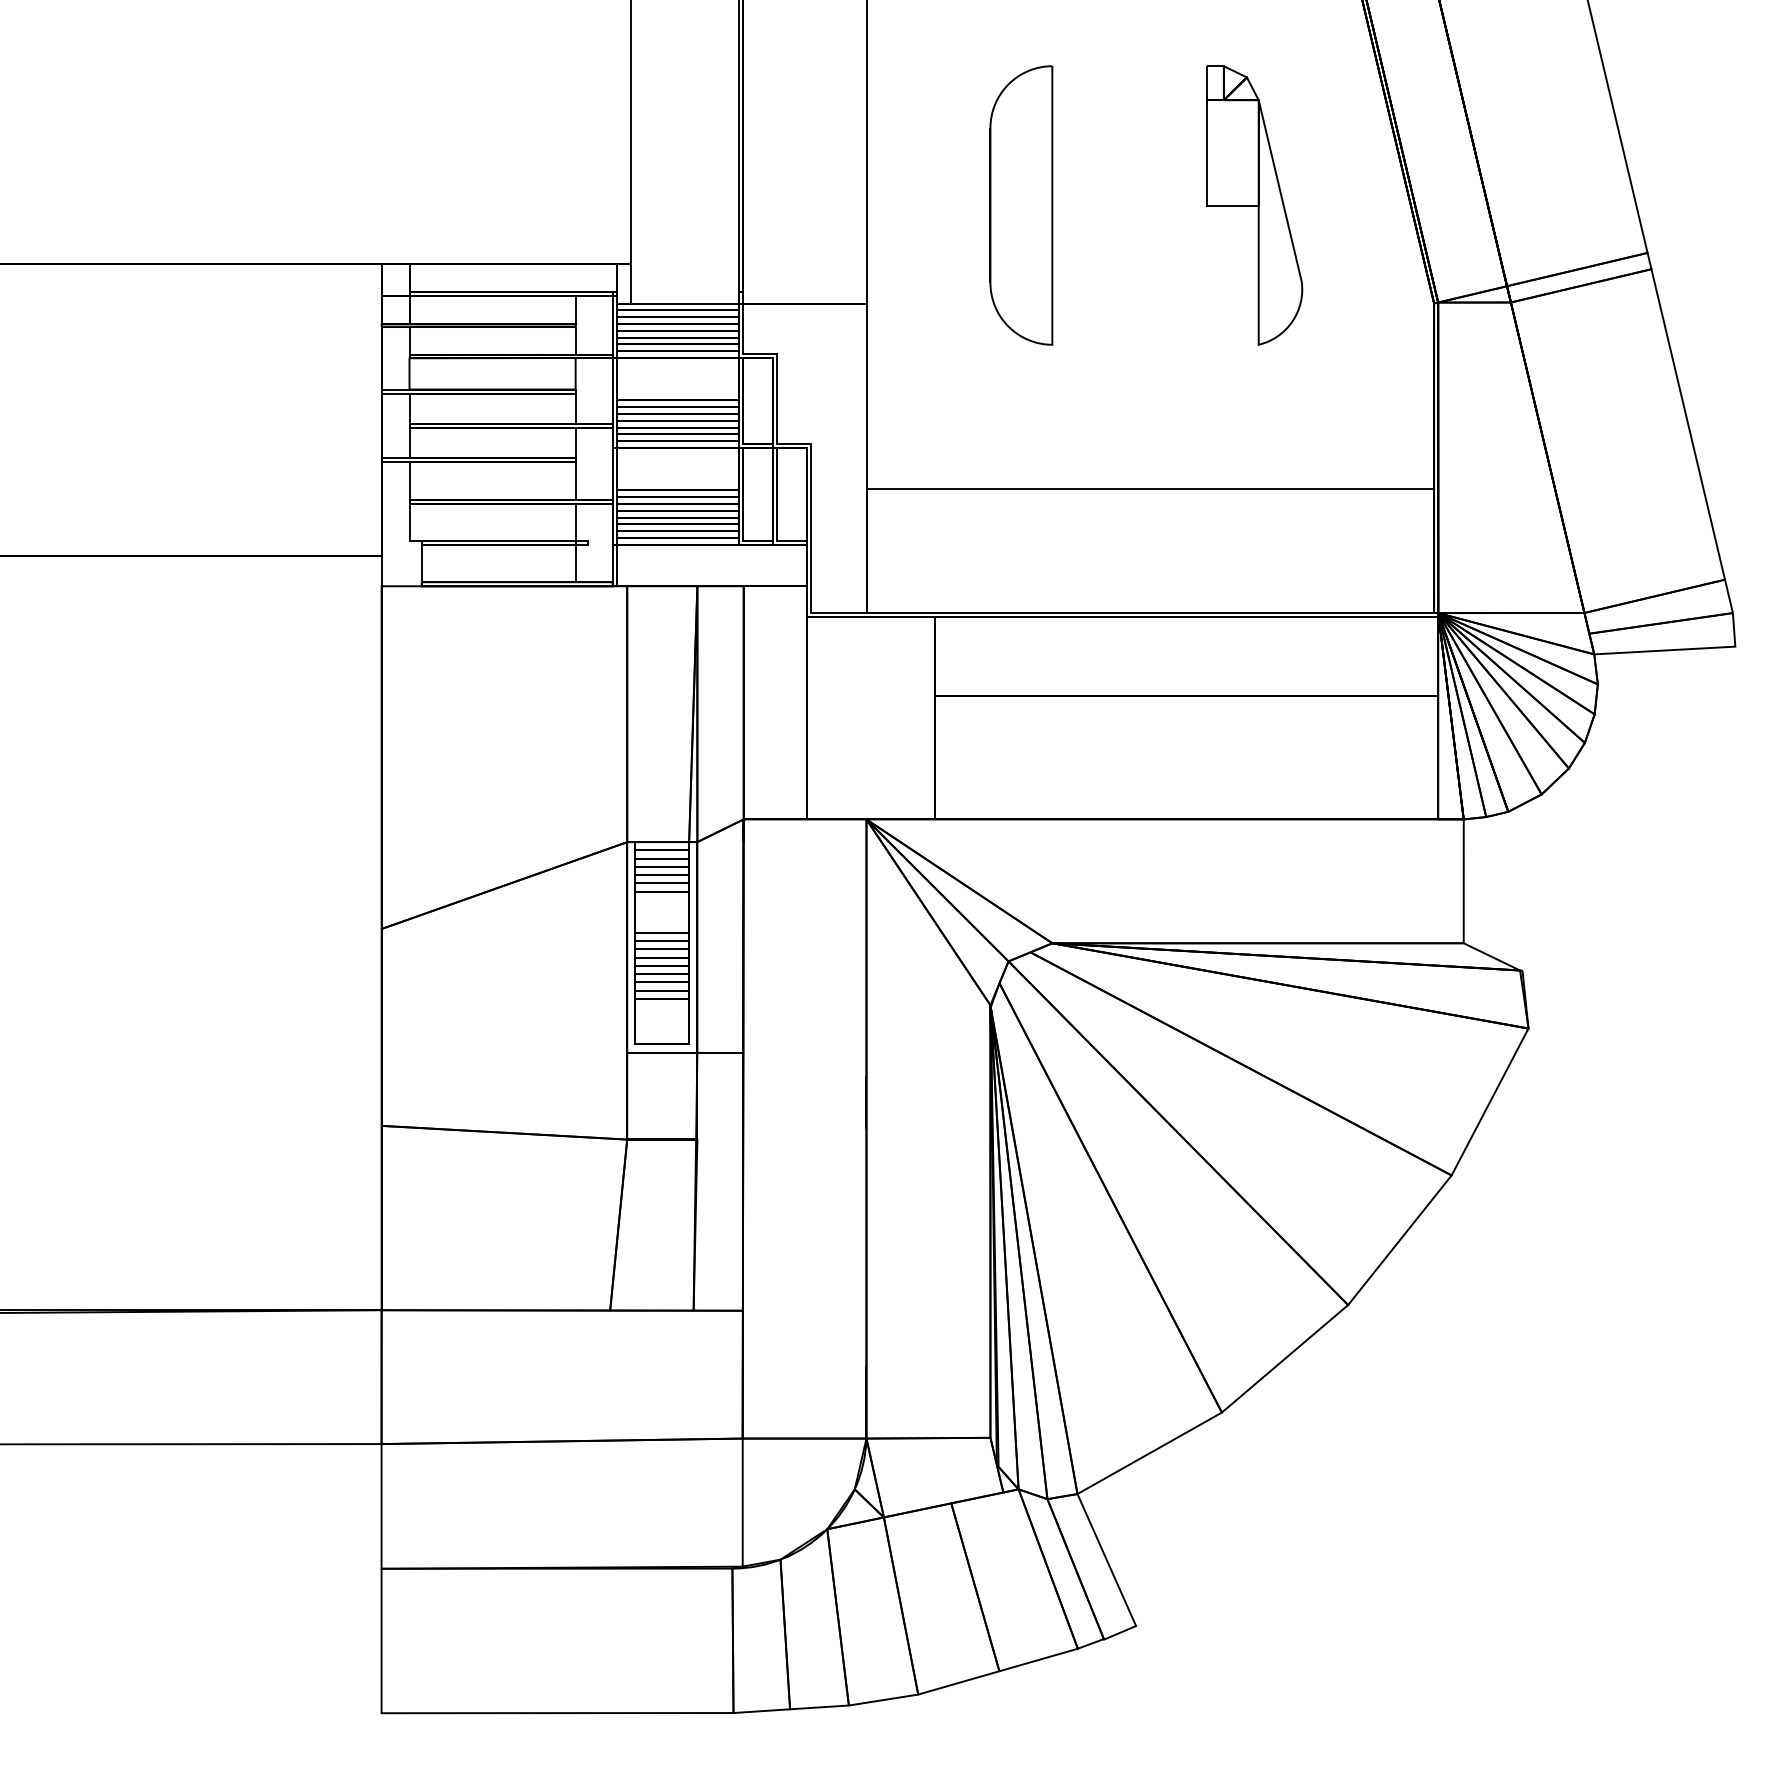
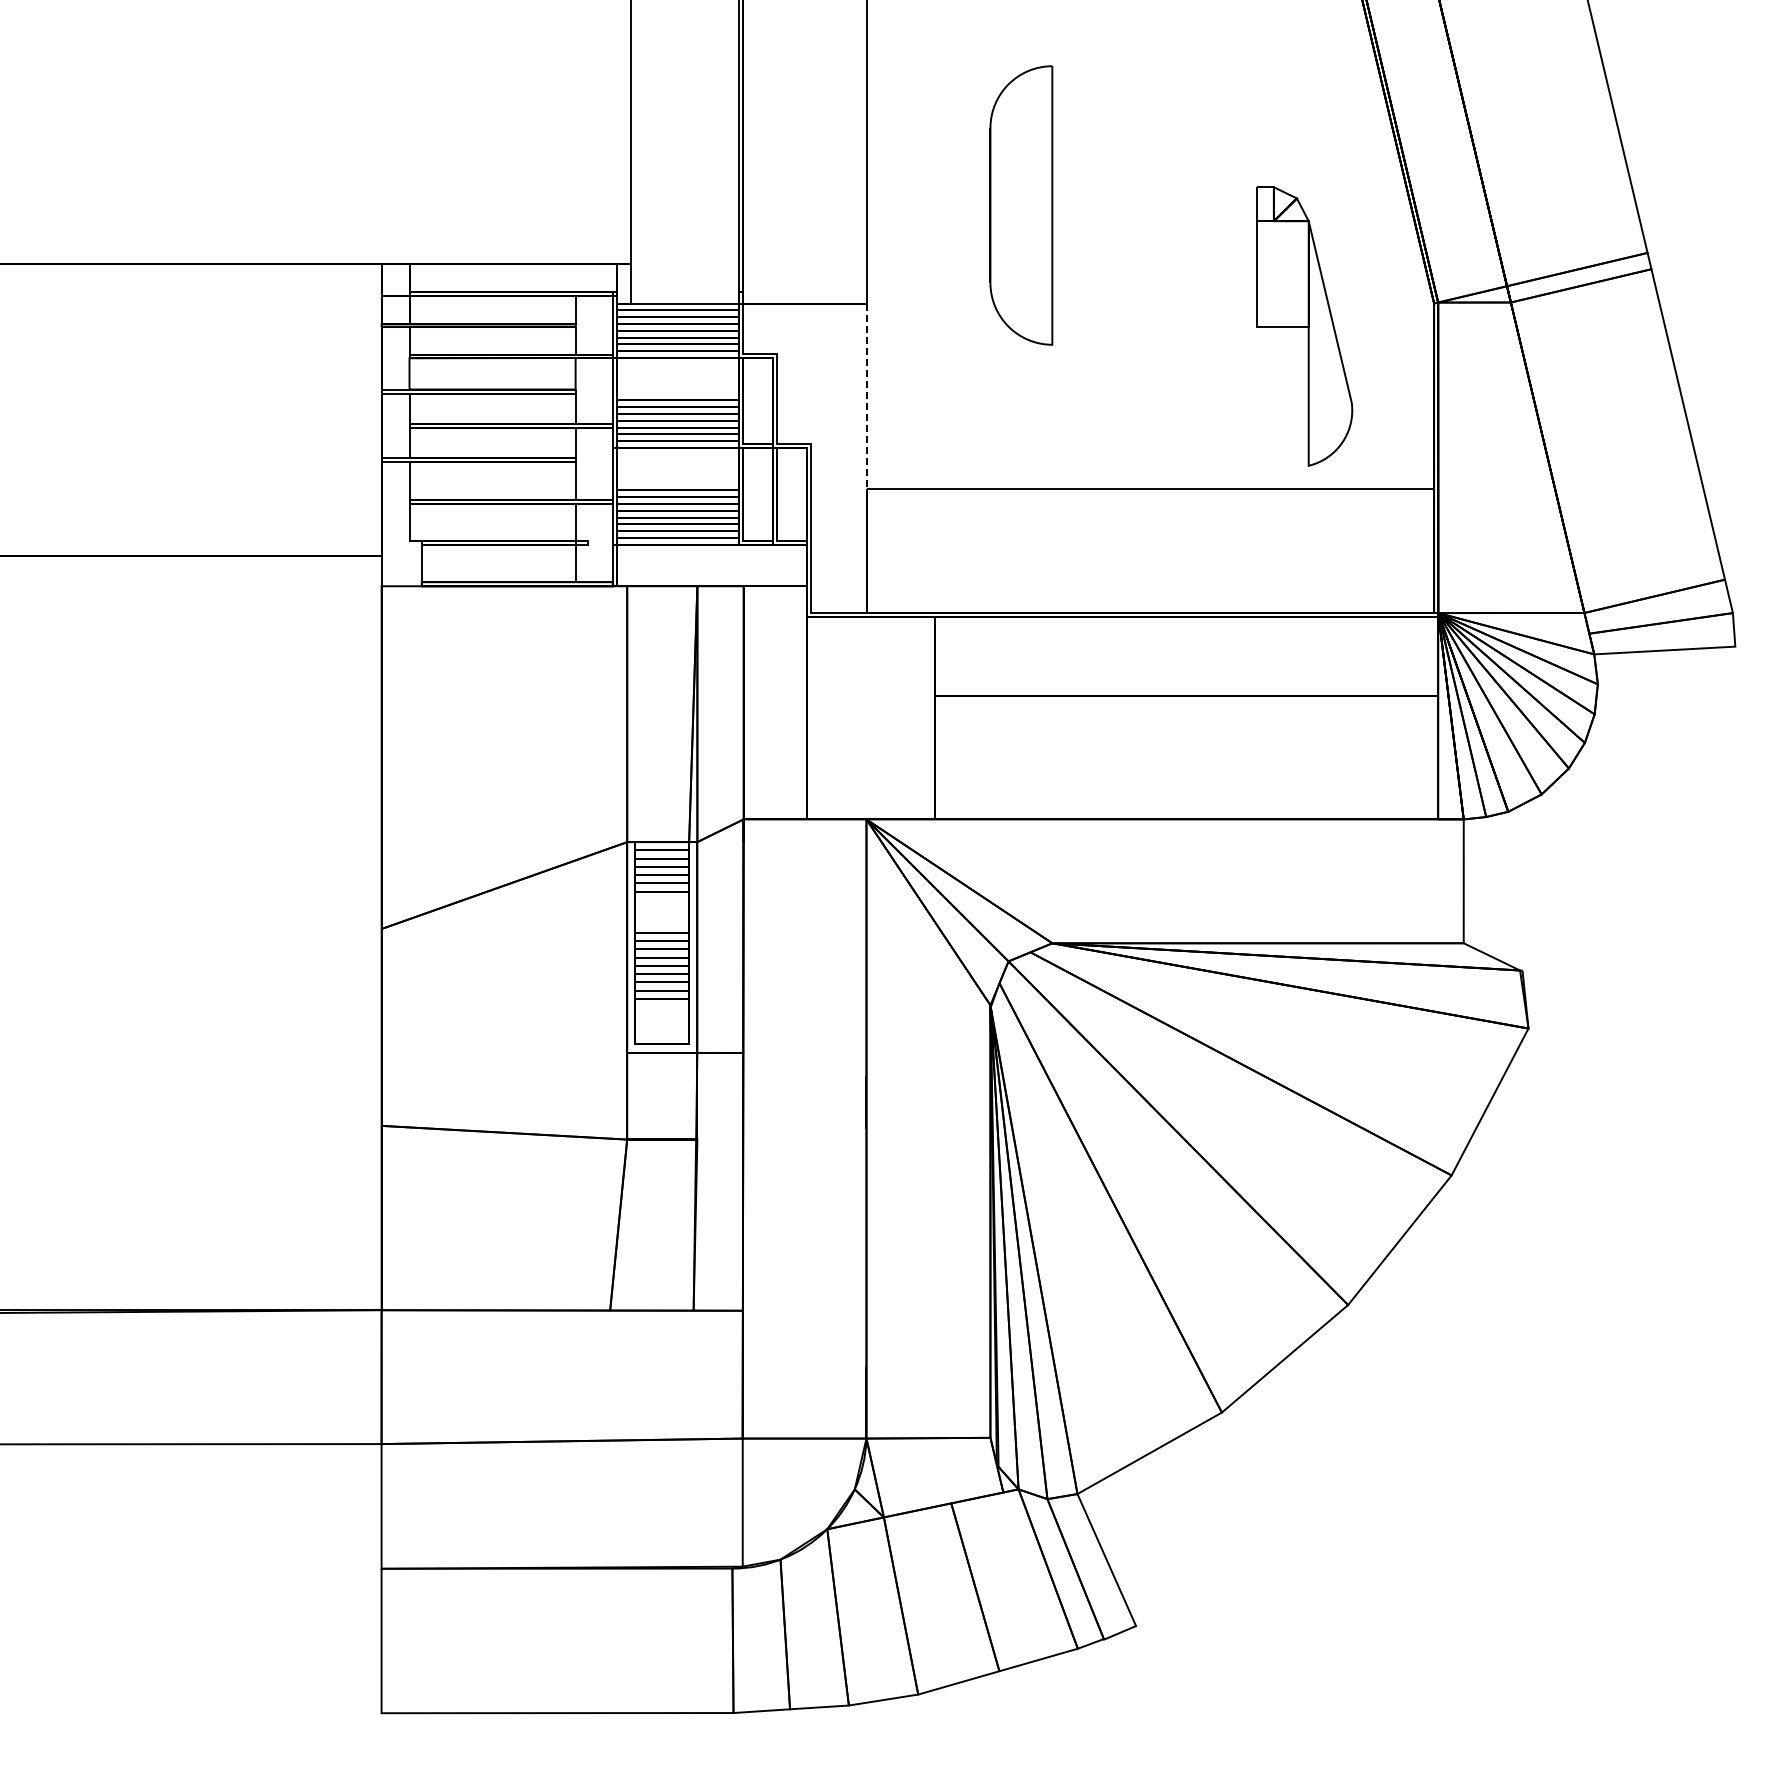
part at (1254, 205) position: (1254, 205) -> (1304, 326)
line at (866, 396): solid -> dashed
